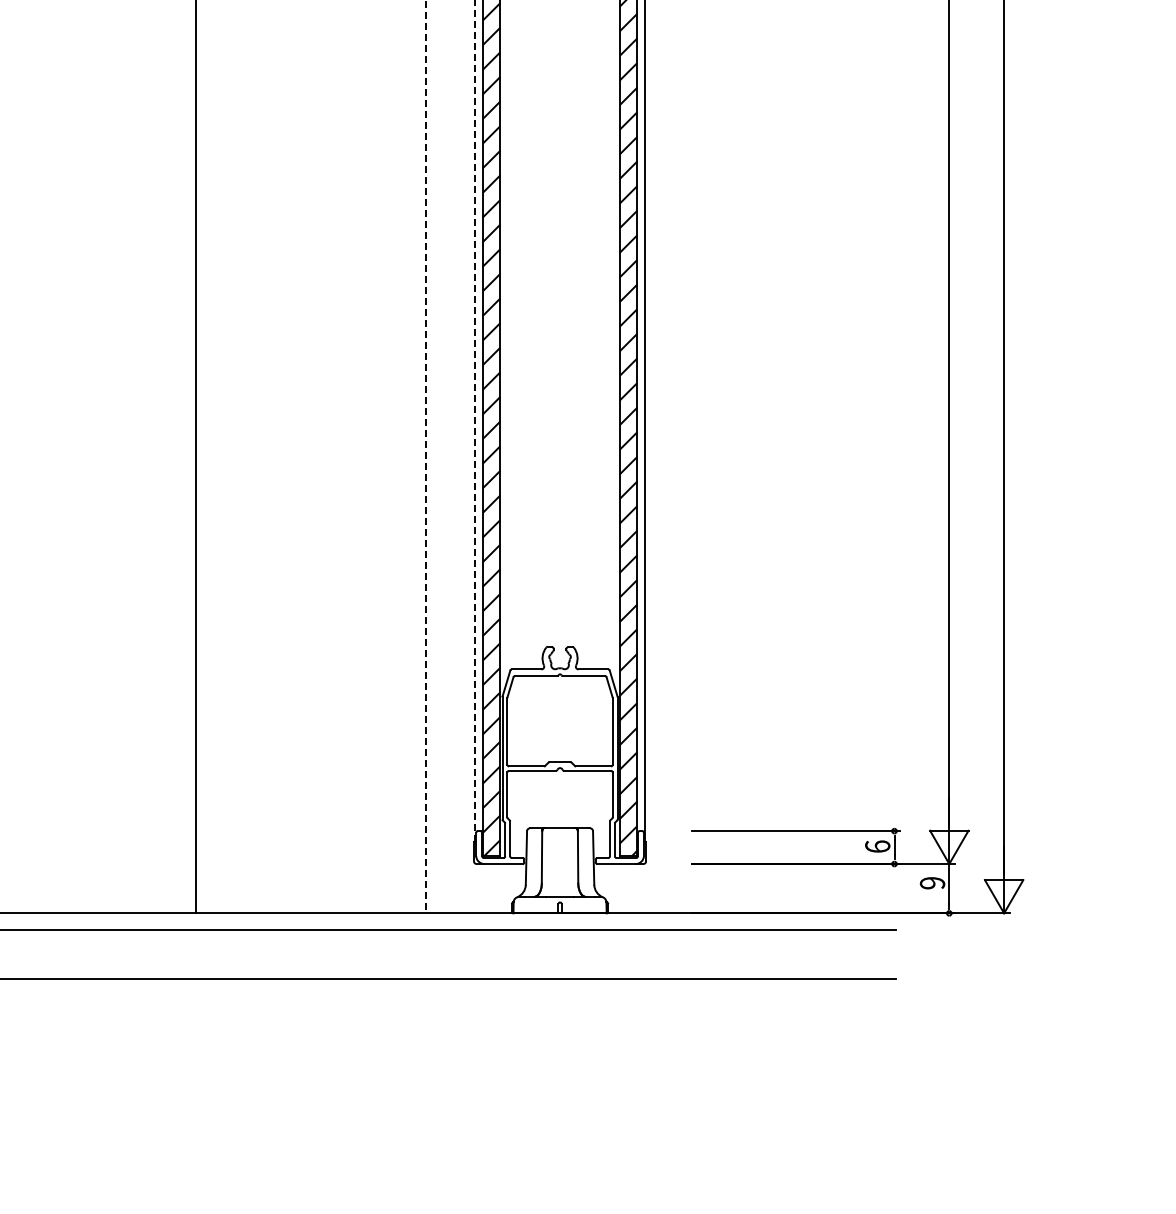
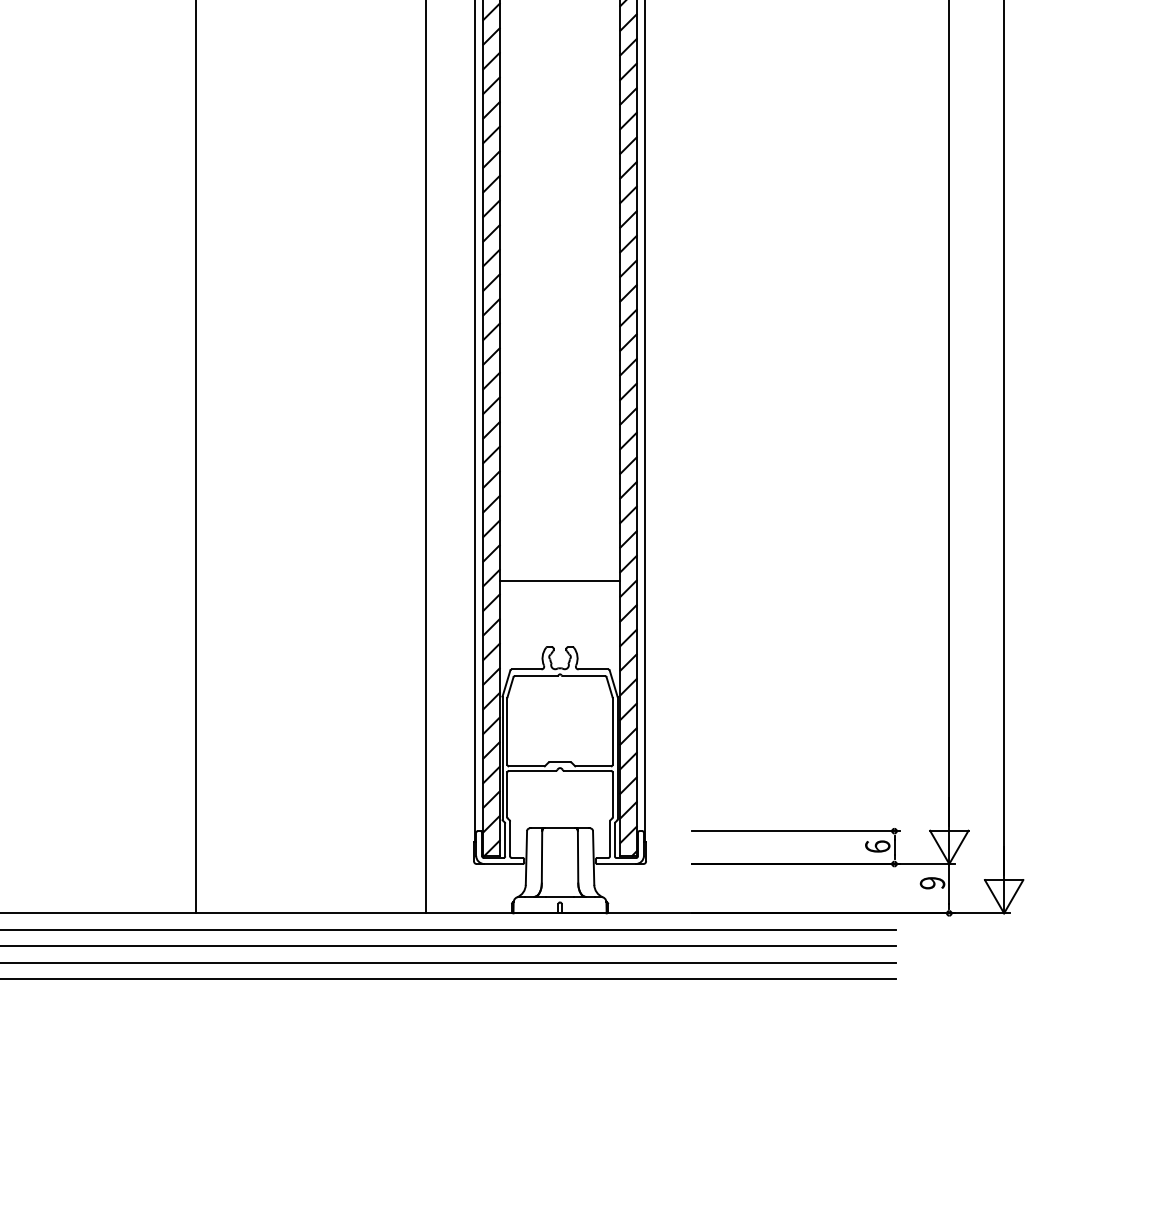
line at (475, 421): dashed -> solid
line at (425, 456): dashed -> solid
line at (559, 581): none -> present
line at (449, 946): none -> present
line at (449, 962): none -> present
